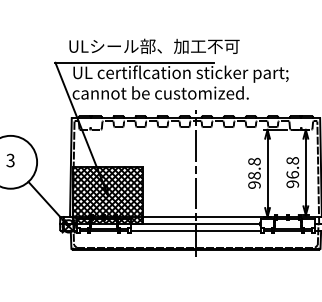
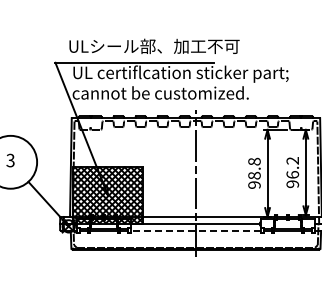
text at (292, 160): 96.8 -> 96.2
line at (195, 231): solid -> dashed
